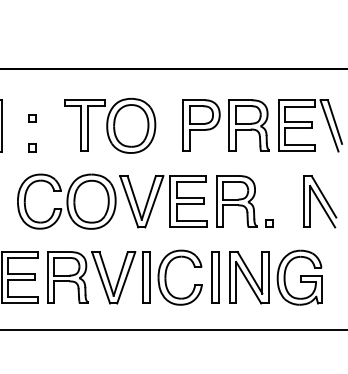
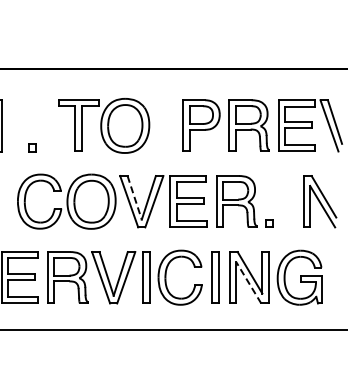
part at (32, 118): present -> none
part at (110, 125) position: (110, 125) -> (104, 125)
line at (134, 197): solid -> dashed
line at (248, 282): solid -> dashed
